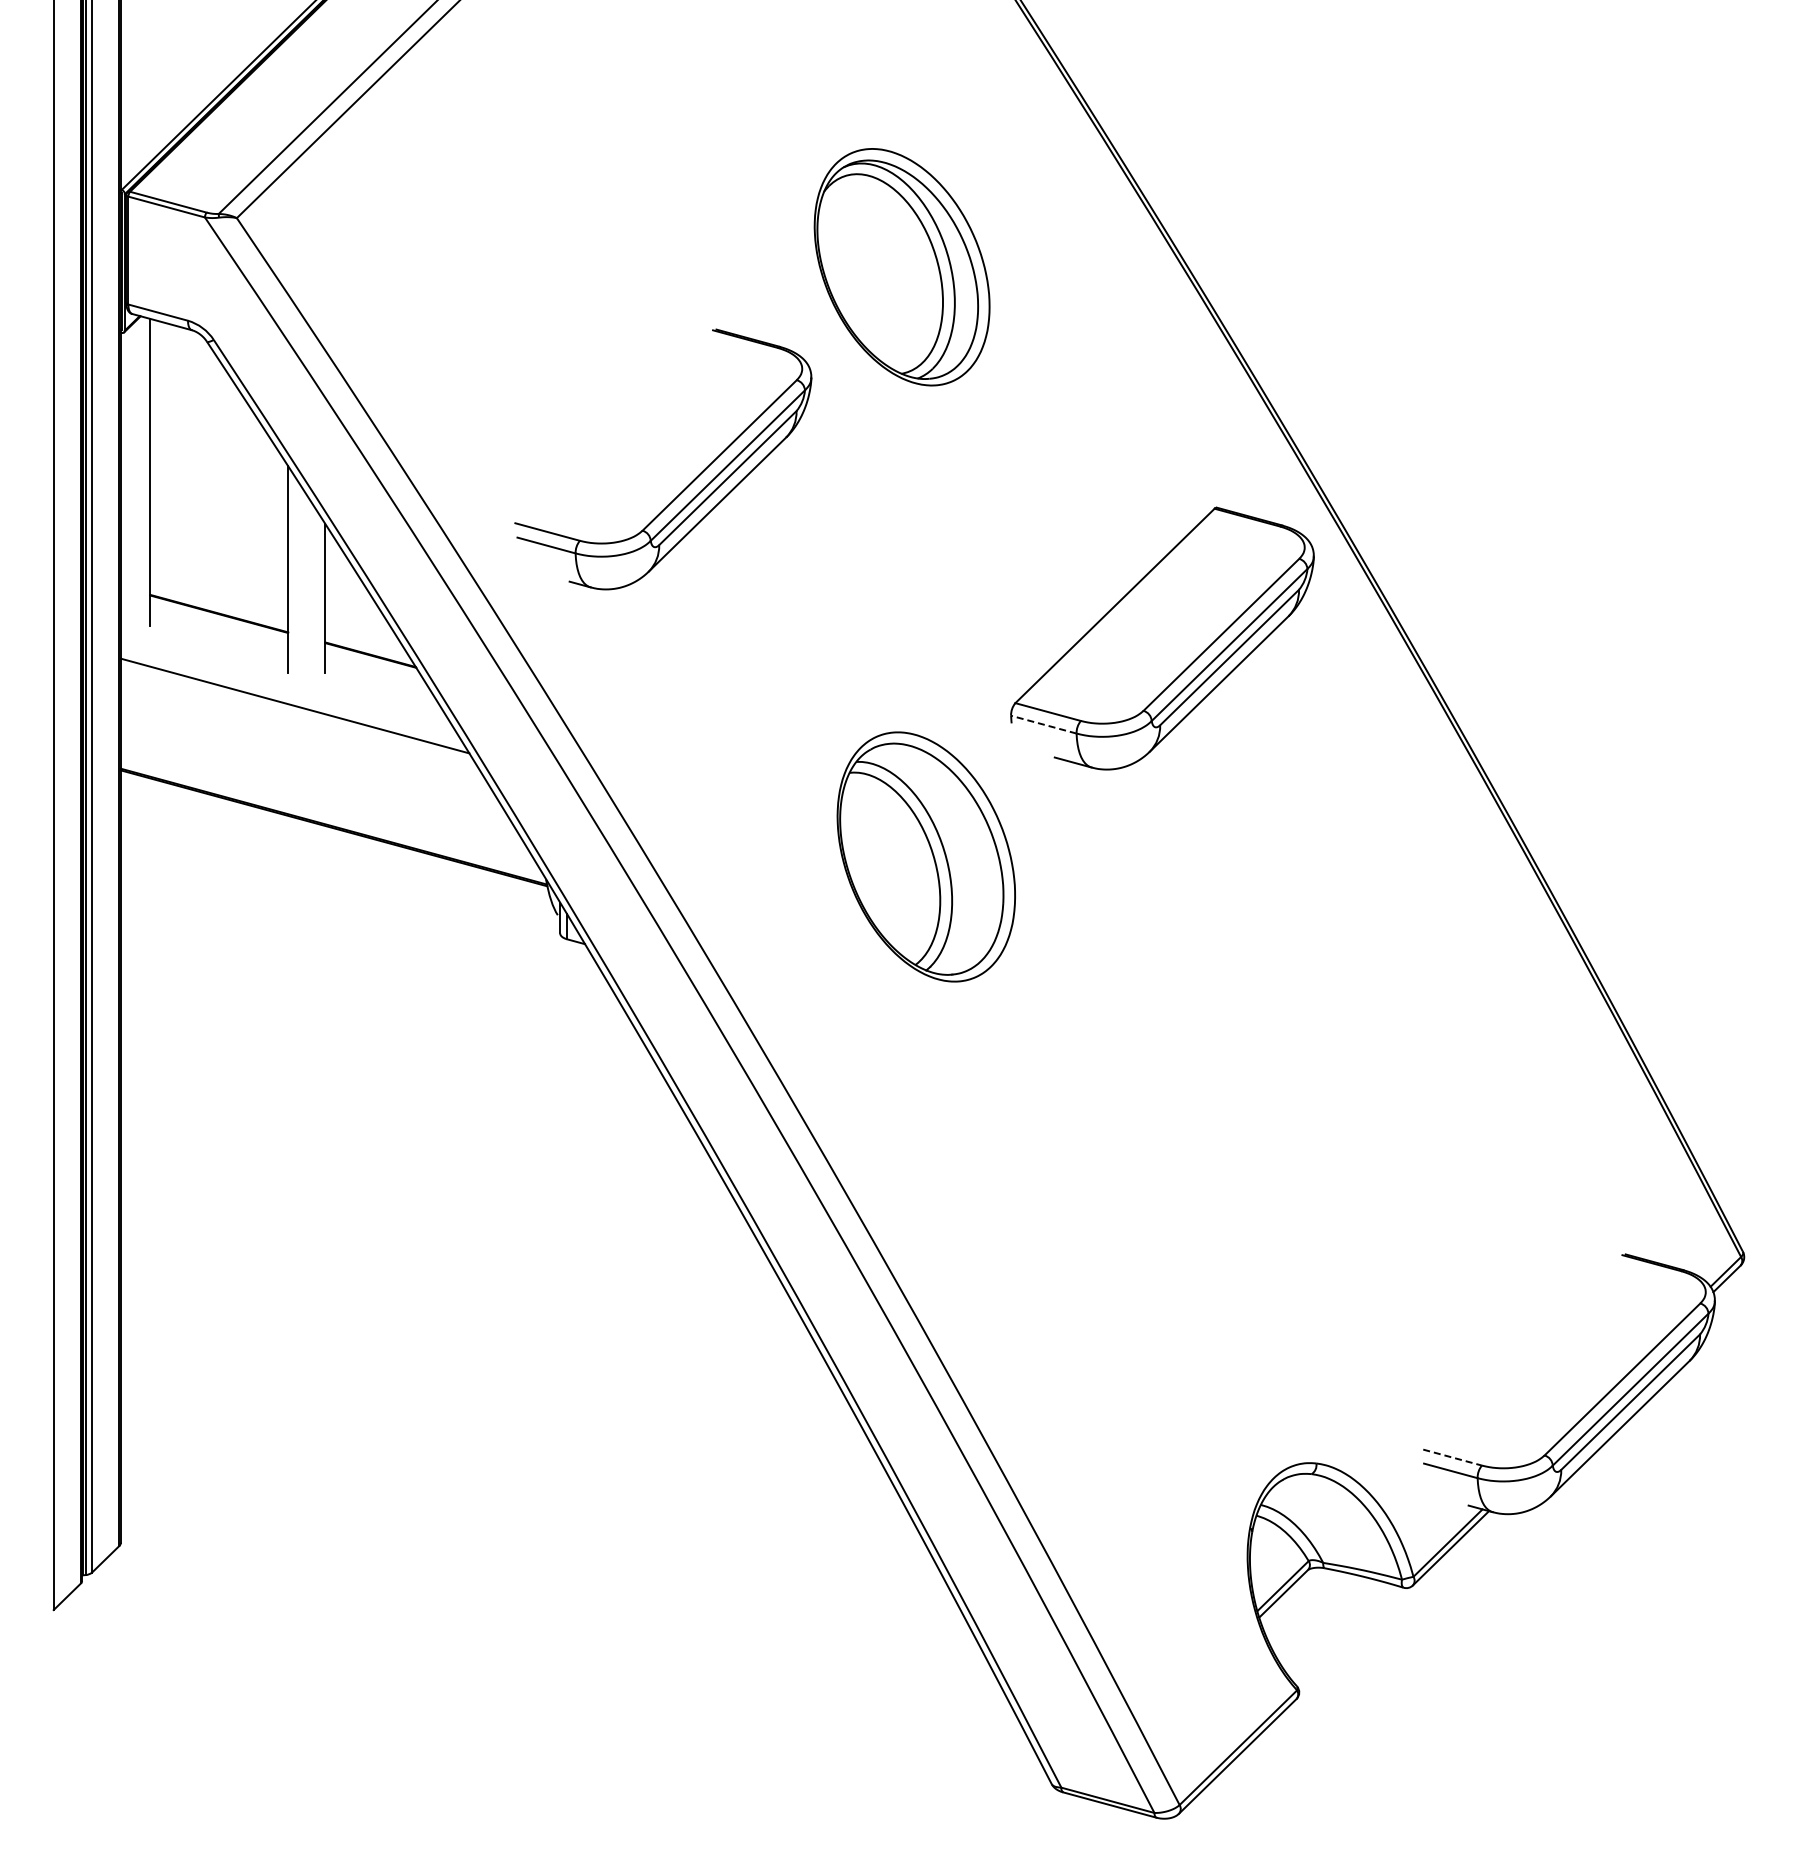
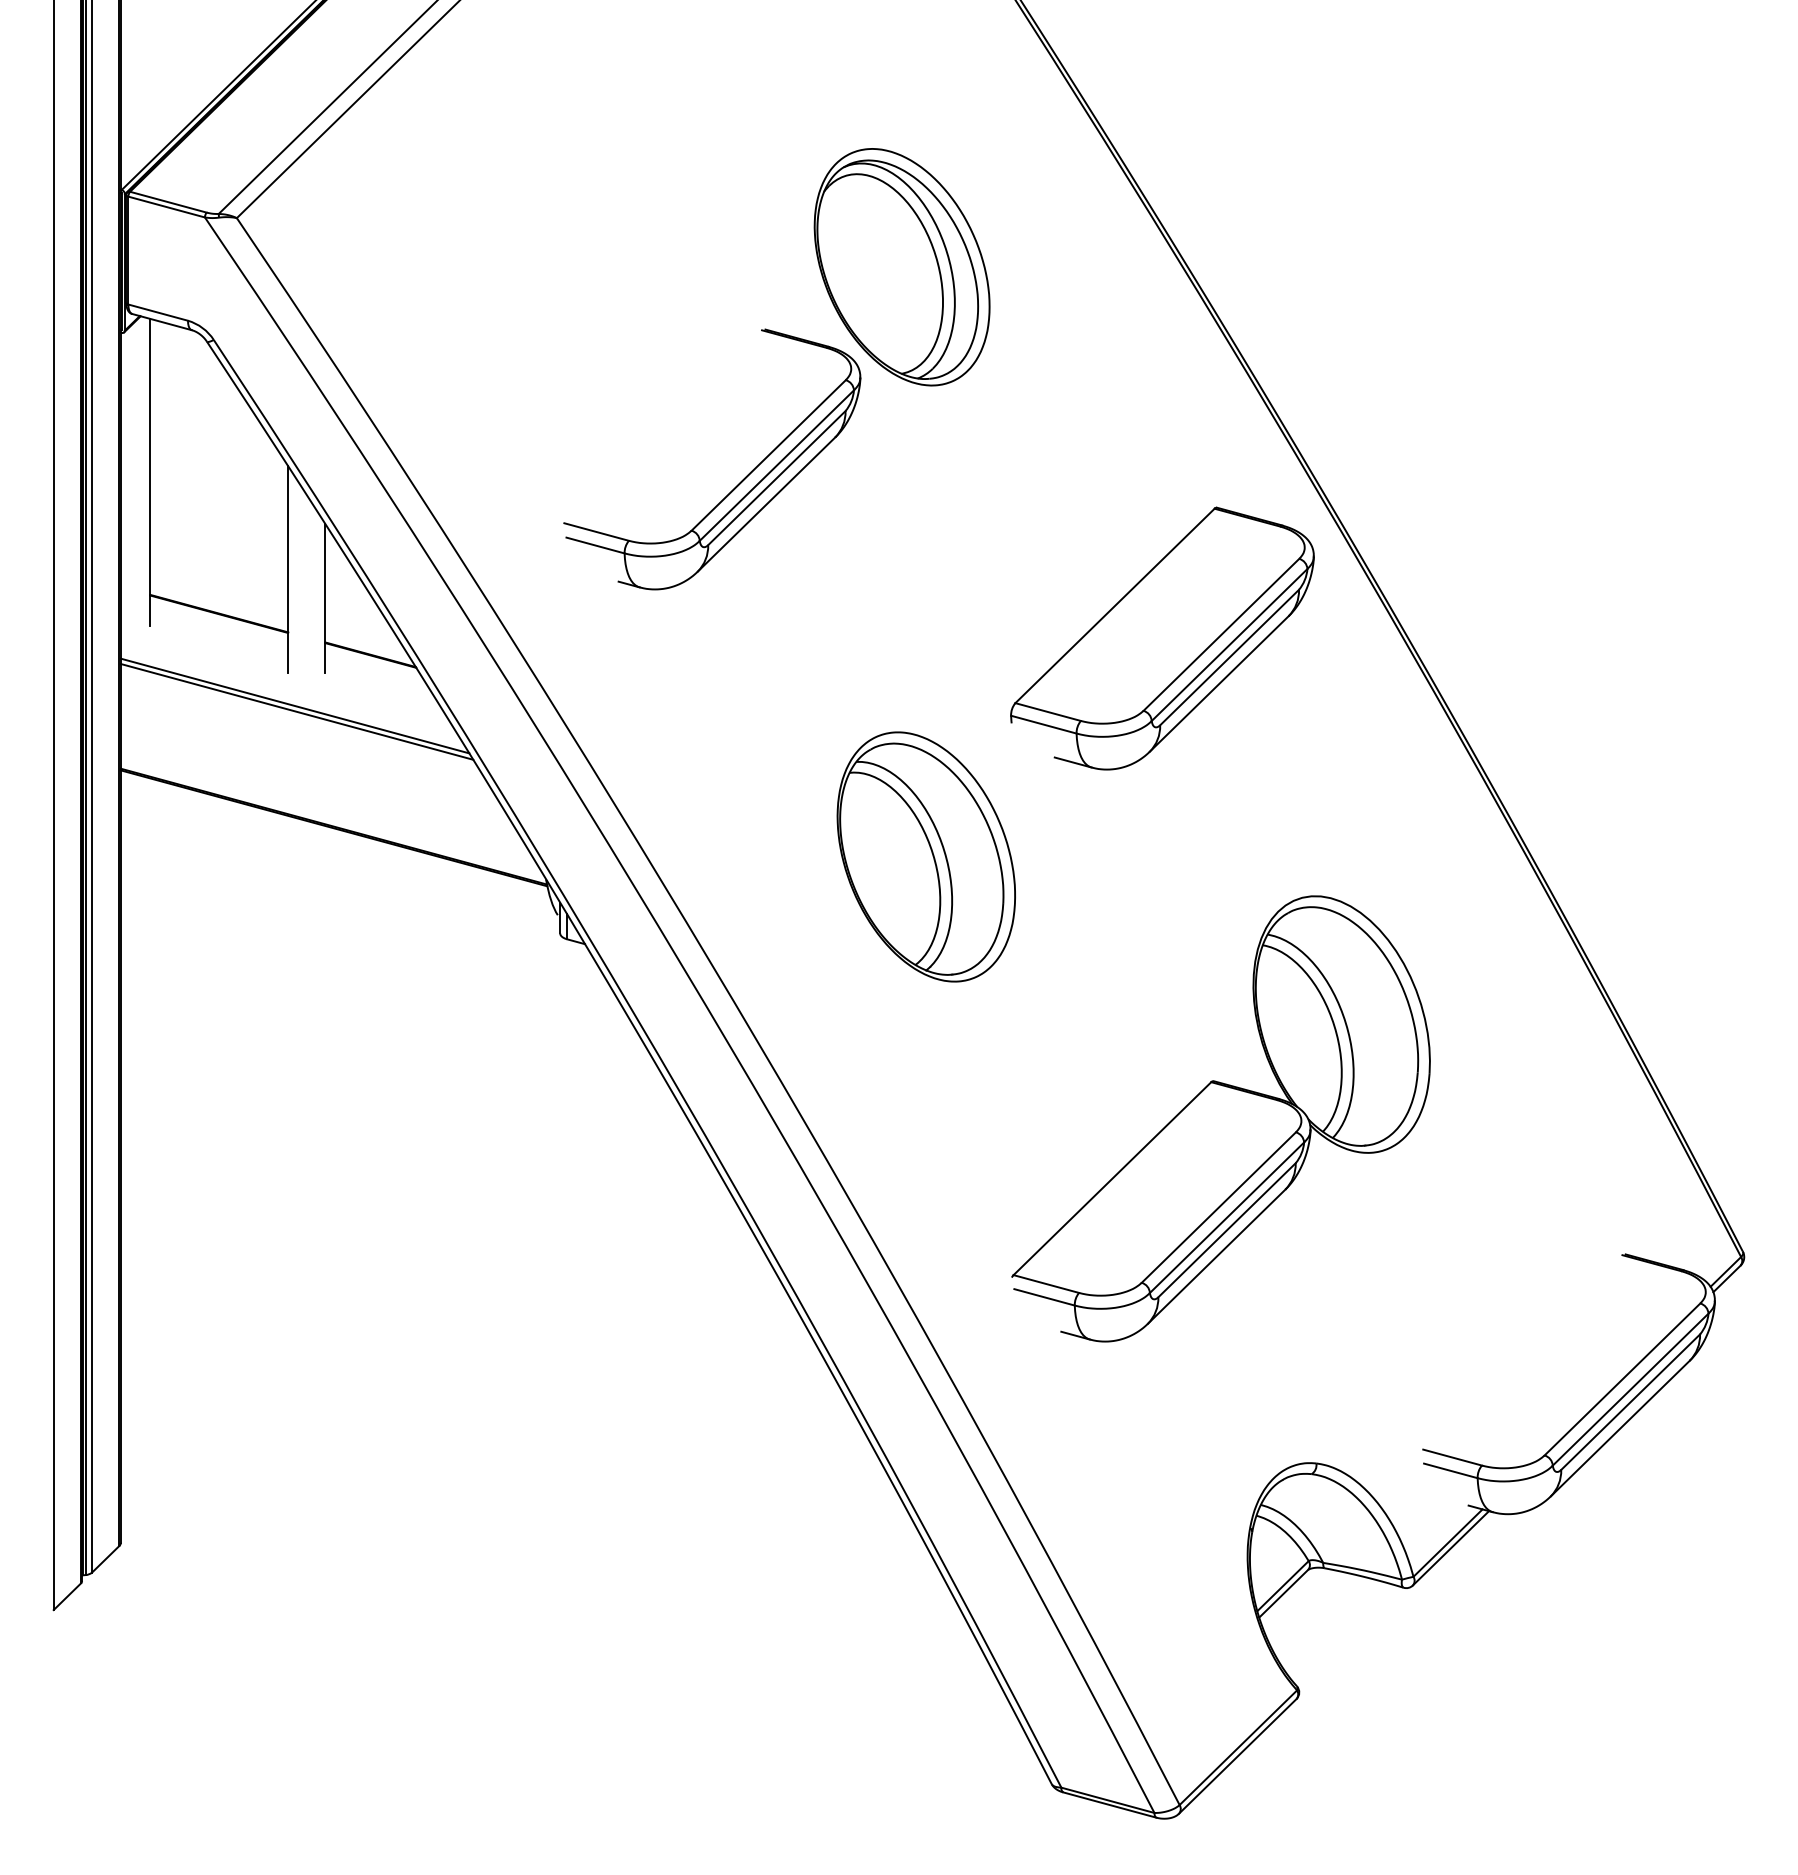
part at (688, 484) position: (688, 484) -> (737, 484)
line at (296, 711): none -> present
line at (1043, 724): dashed -> solid
part at (1220, 1118): none -> present
line at (1453, 1457): dashed -> solid
